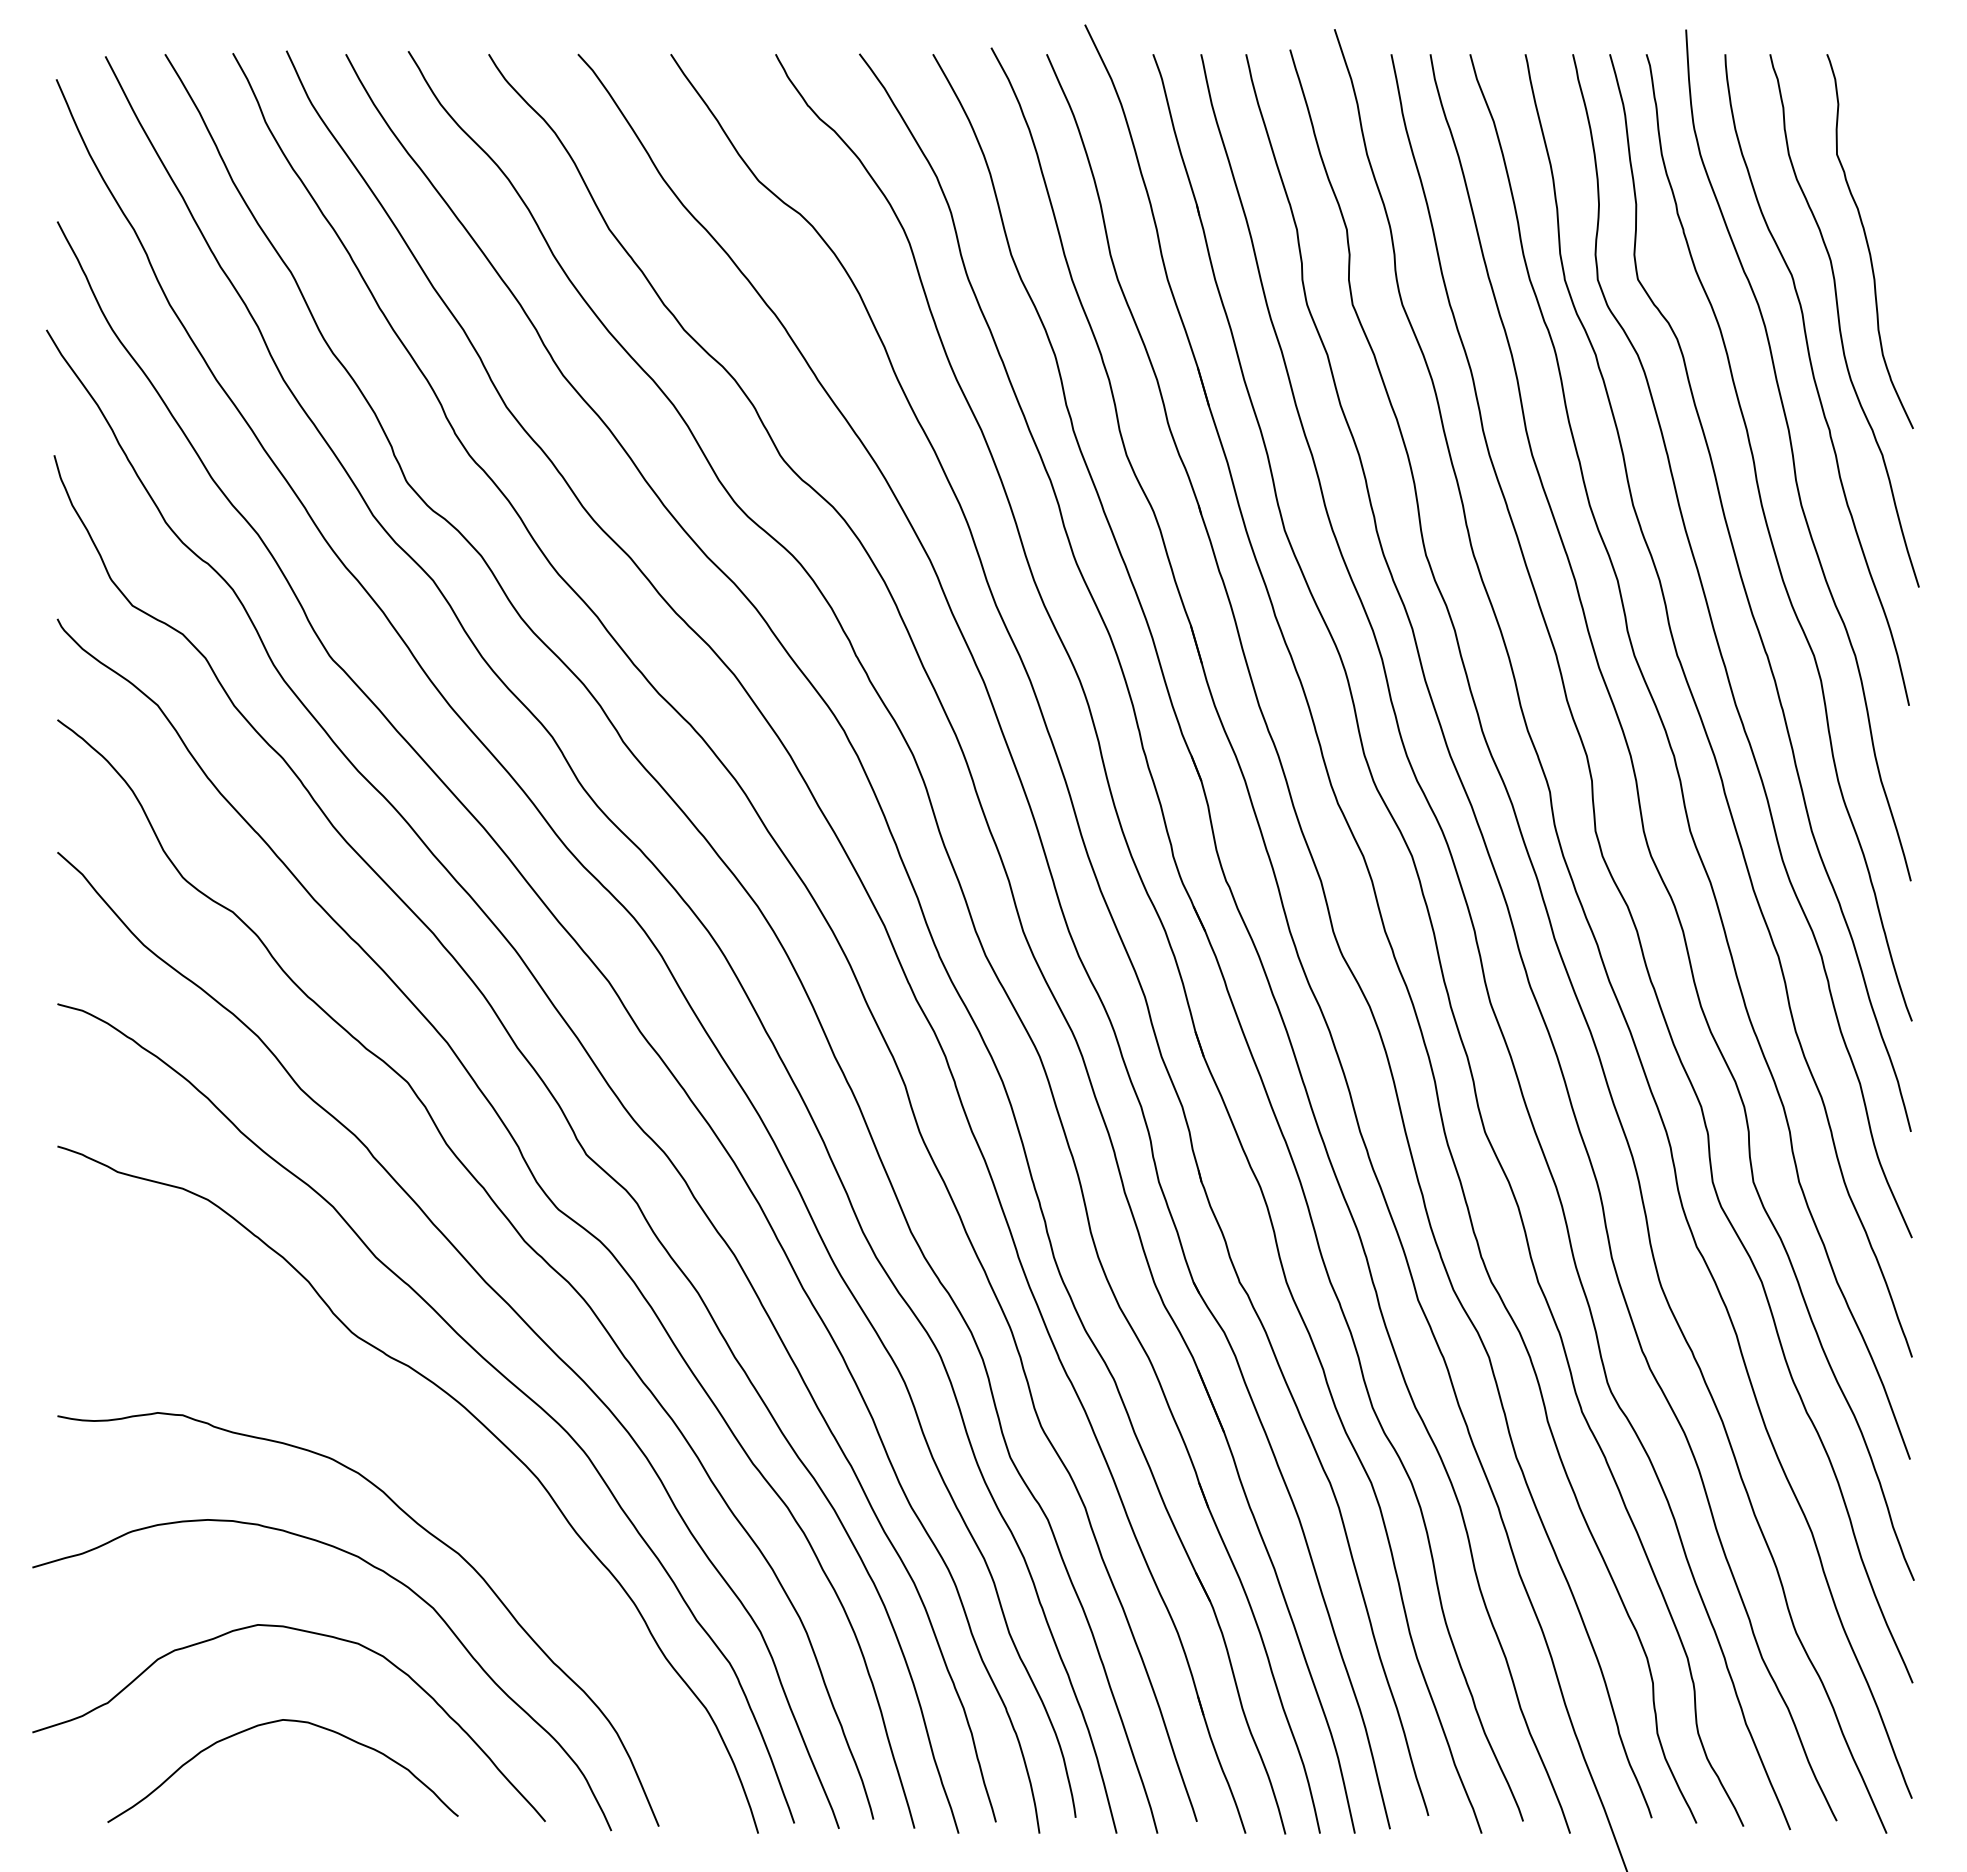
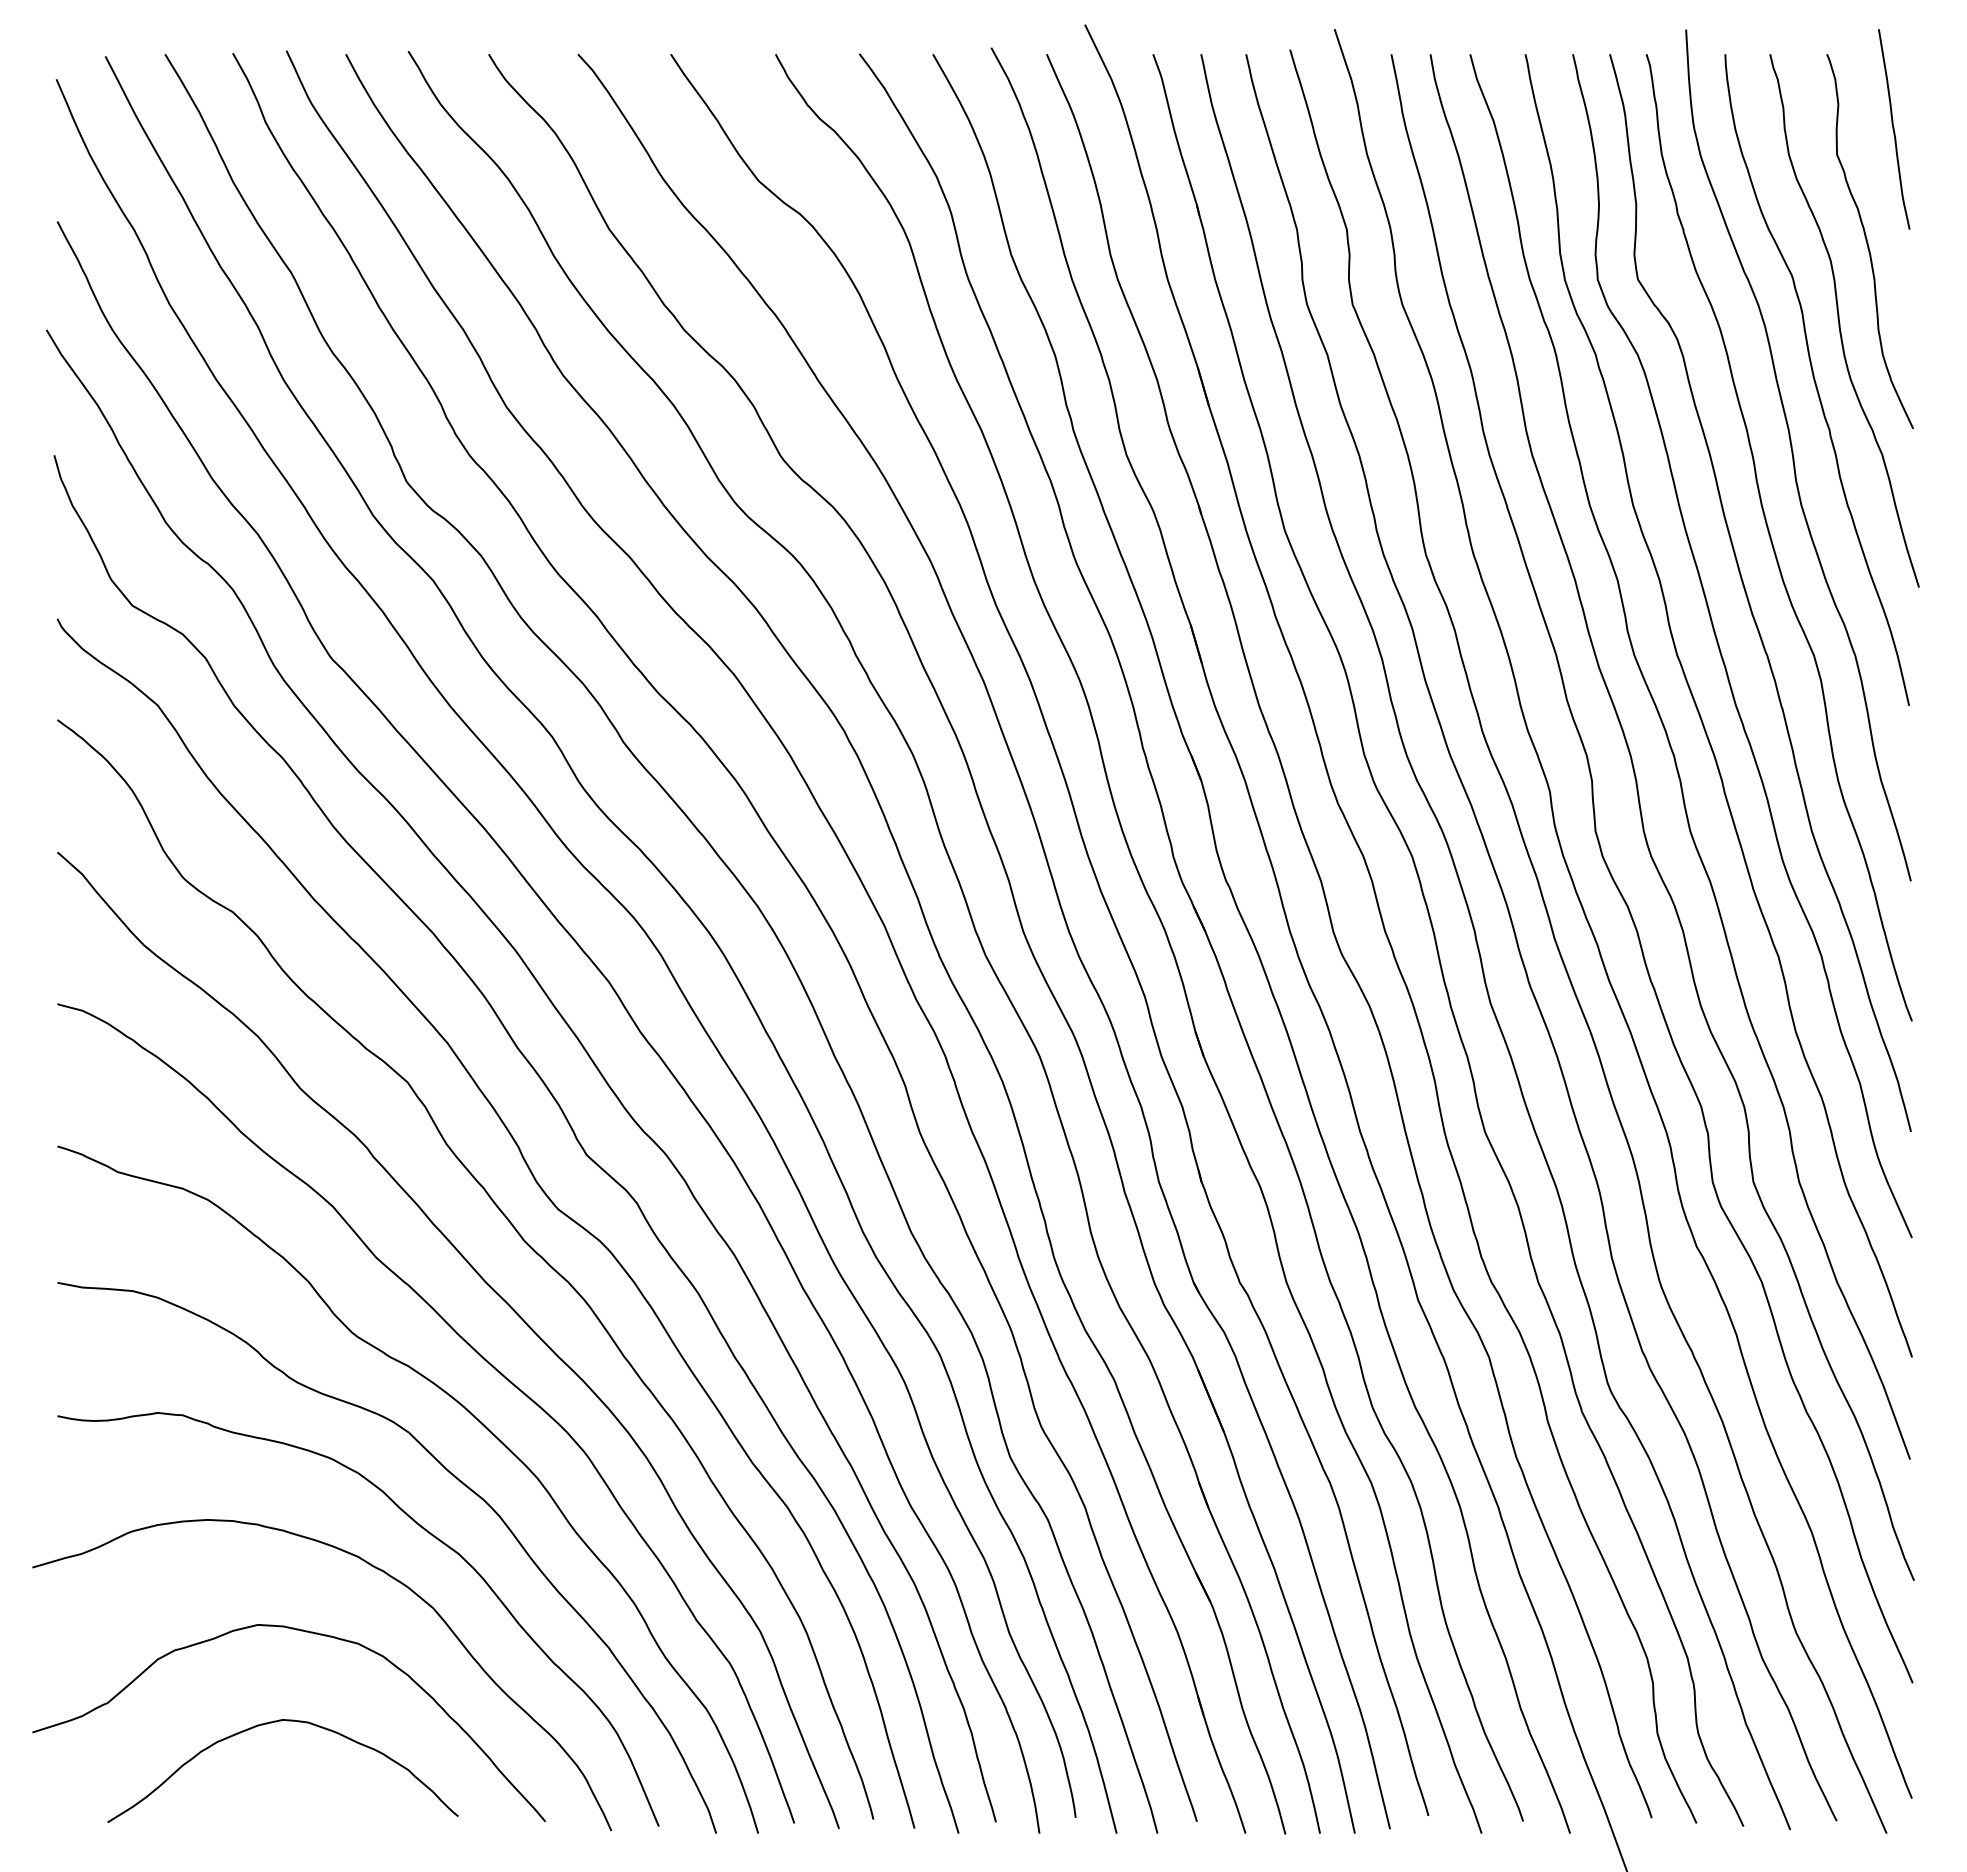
curve at (1894, 129): none -> present
curve at (456, 1479): none -> present
